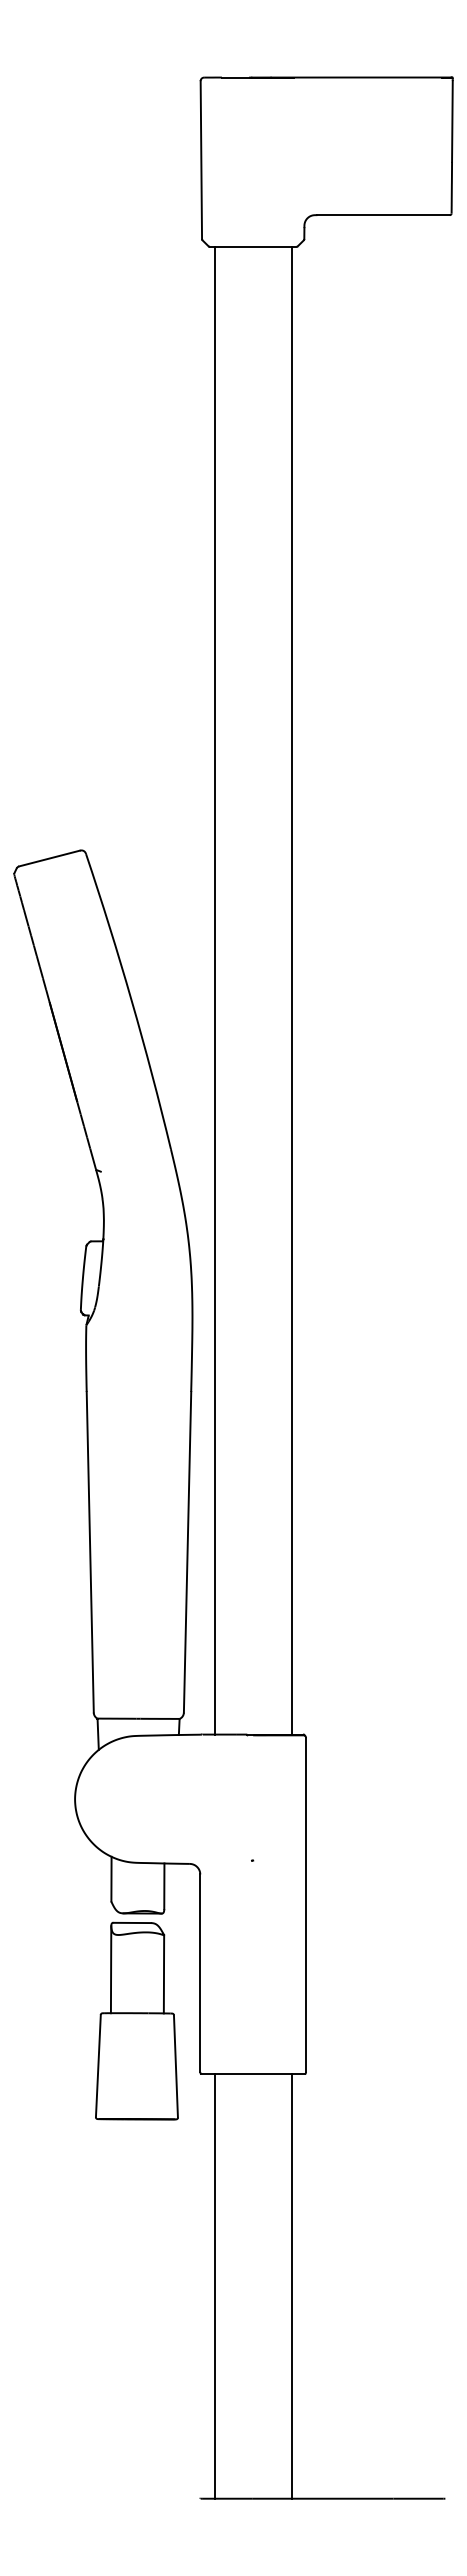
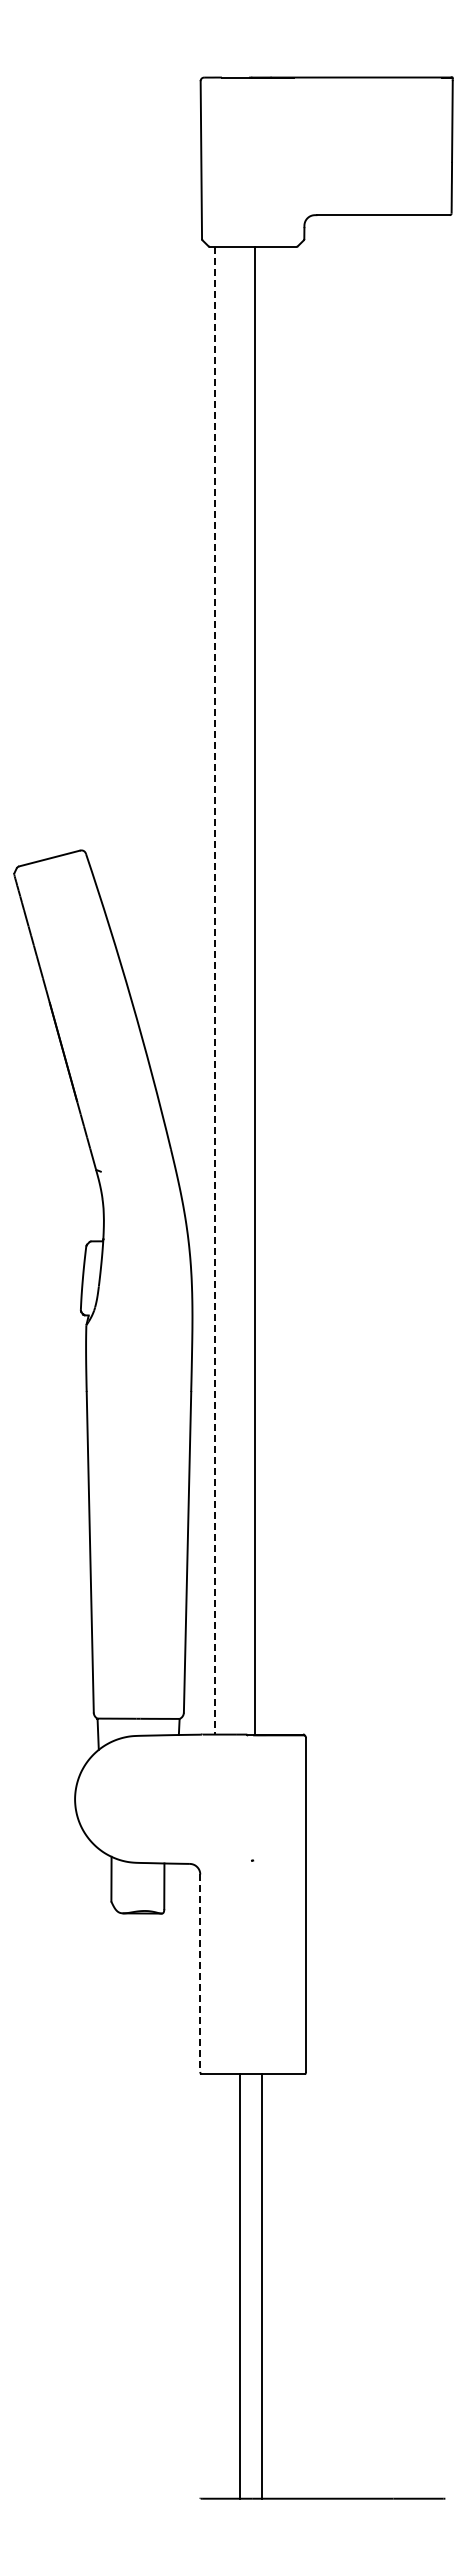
line at (214, 990): solid -> dashed
line at (291, 990) position: (291, 990) -> (254, 990)
line at (200, 1973): solid -> dashed
part at (136, 2020): present -> none
line at (214, 2286) position: (214, 2286) -> (239, 2286)
line at (291, 2286) position: (291, 2286) -> (261, 2286)
